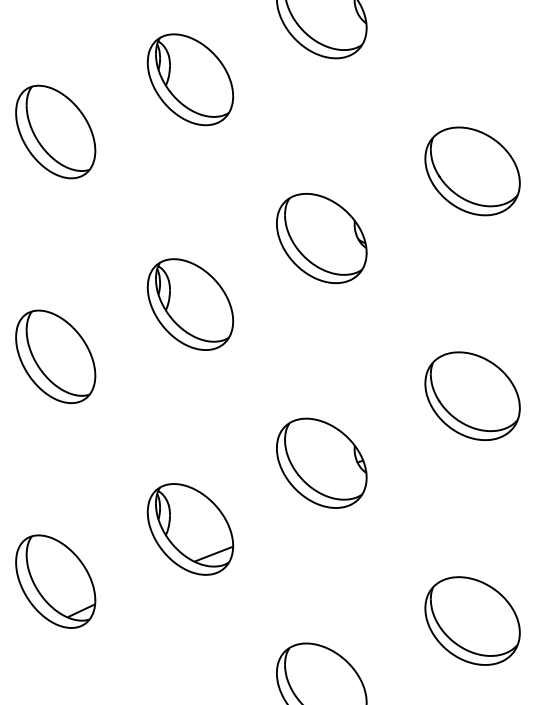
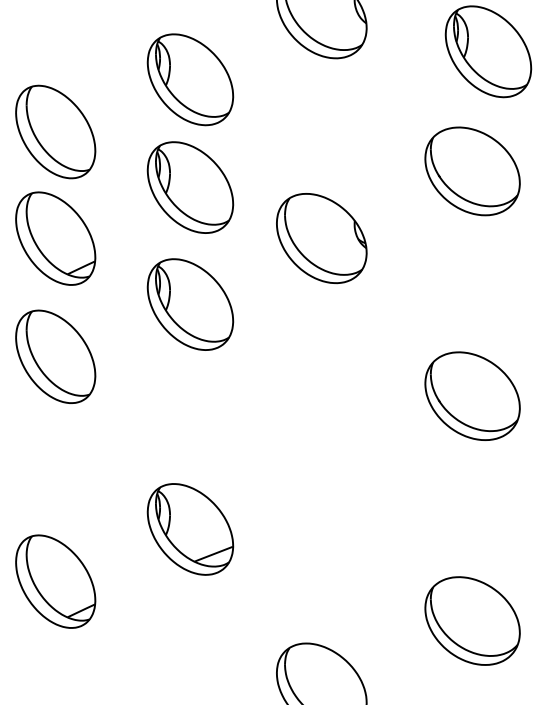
part at (488, 51): none -> present
part at (190, 187): none -> present
part at (55, 238): none -> present
part at (321, 462): present -> none
